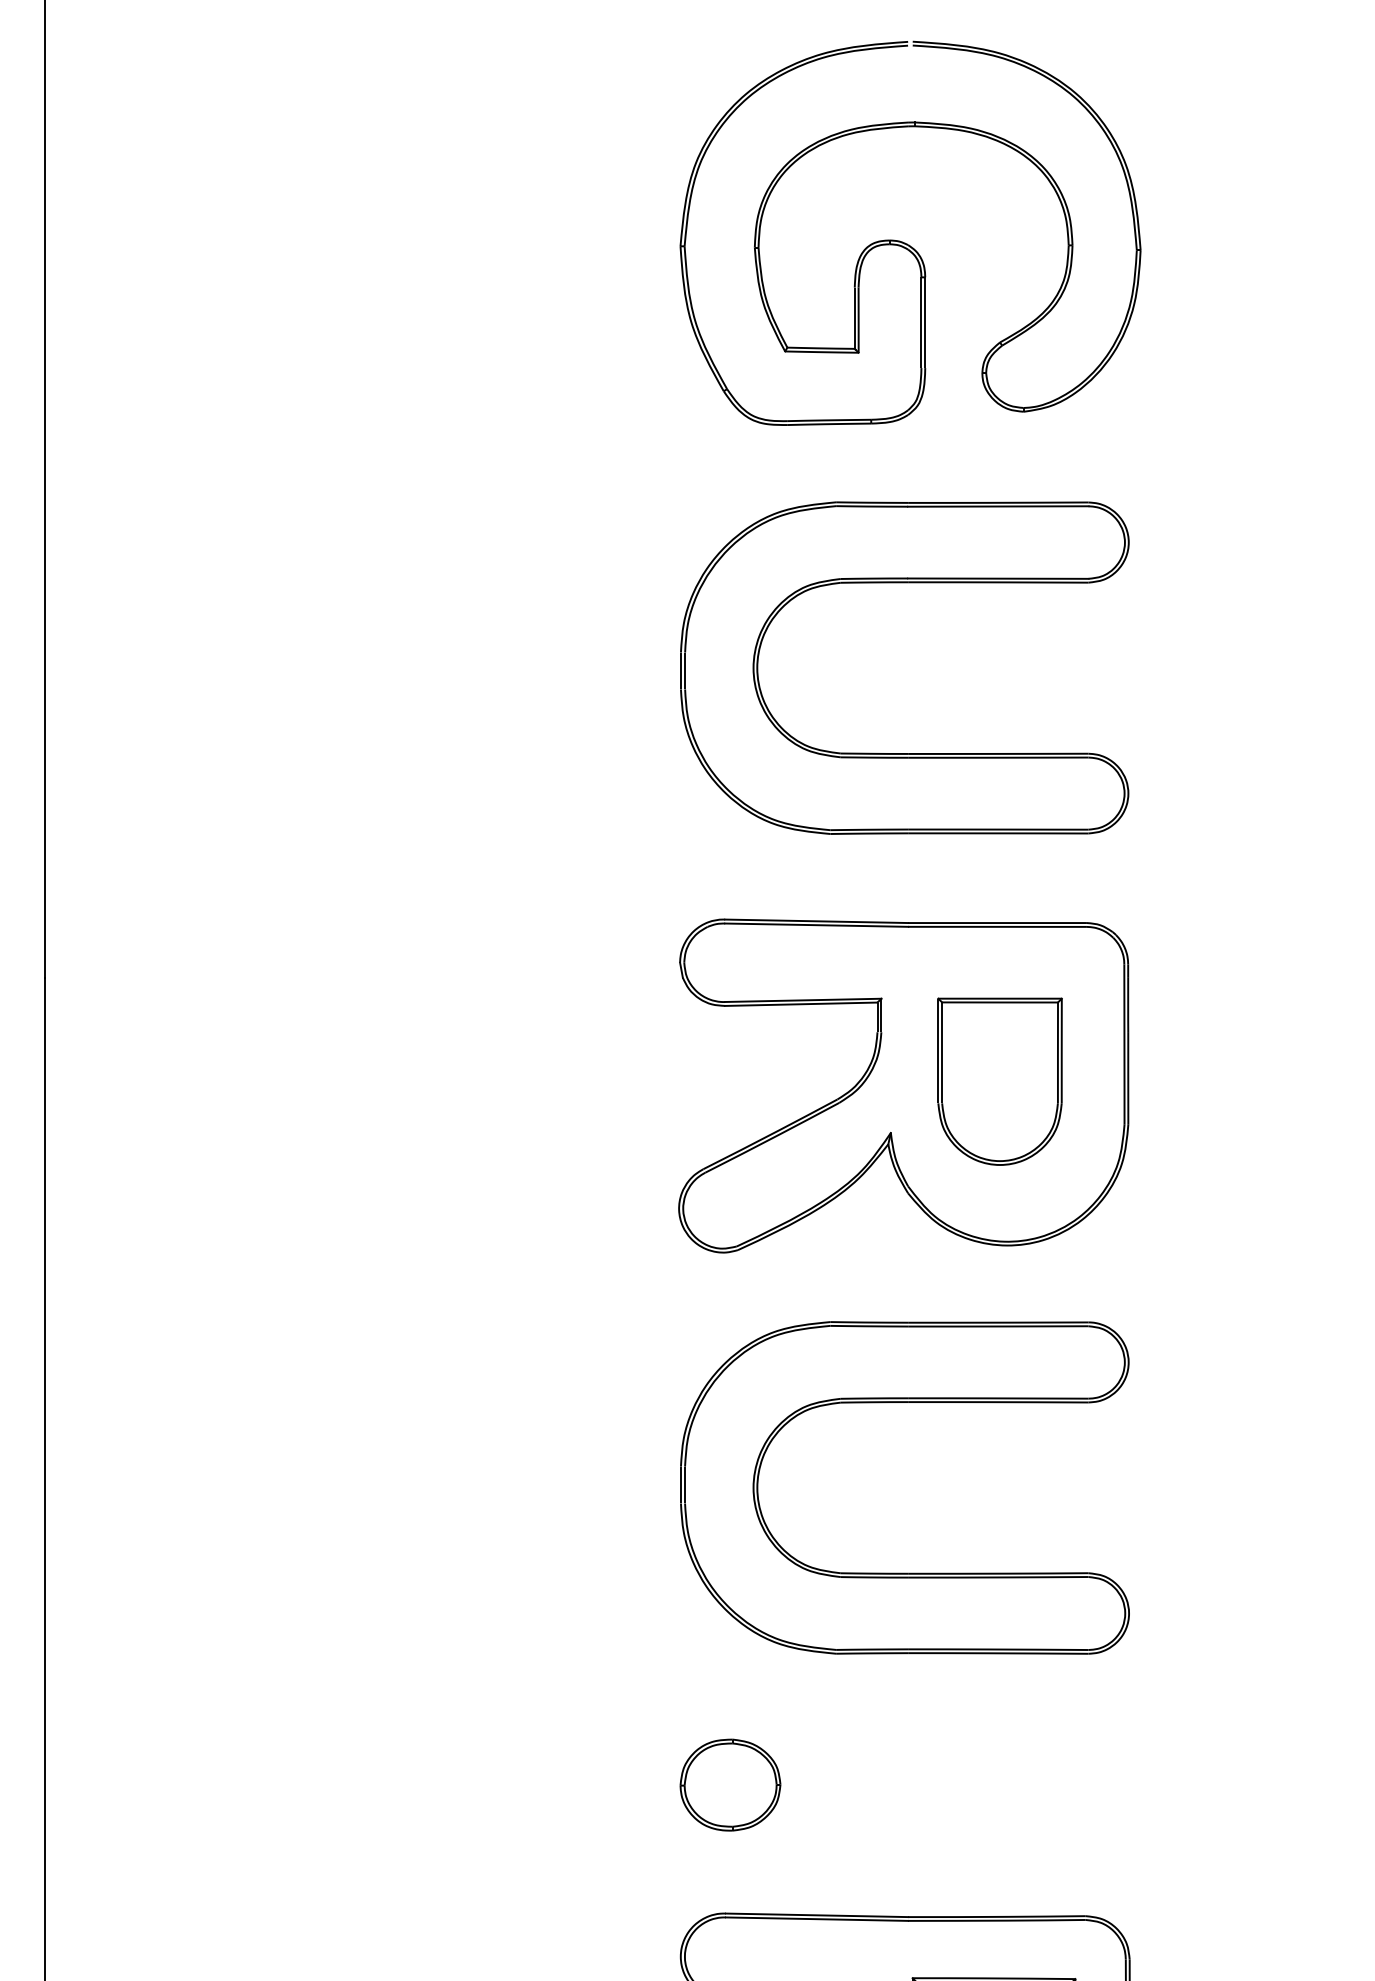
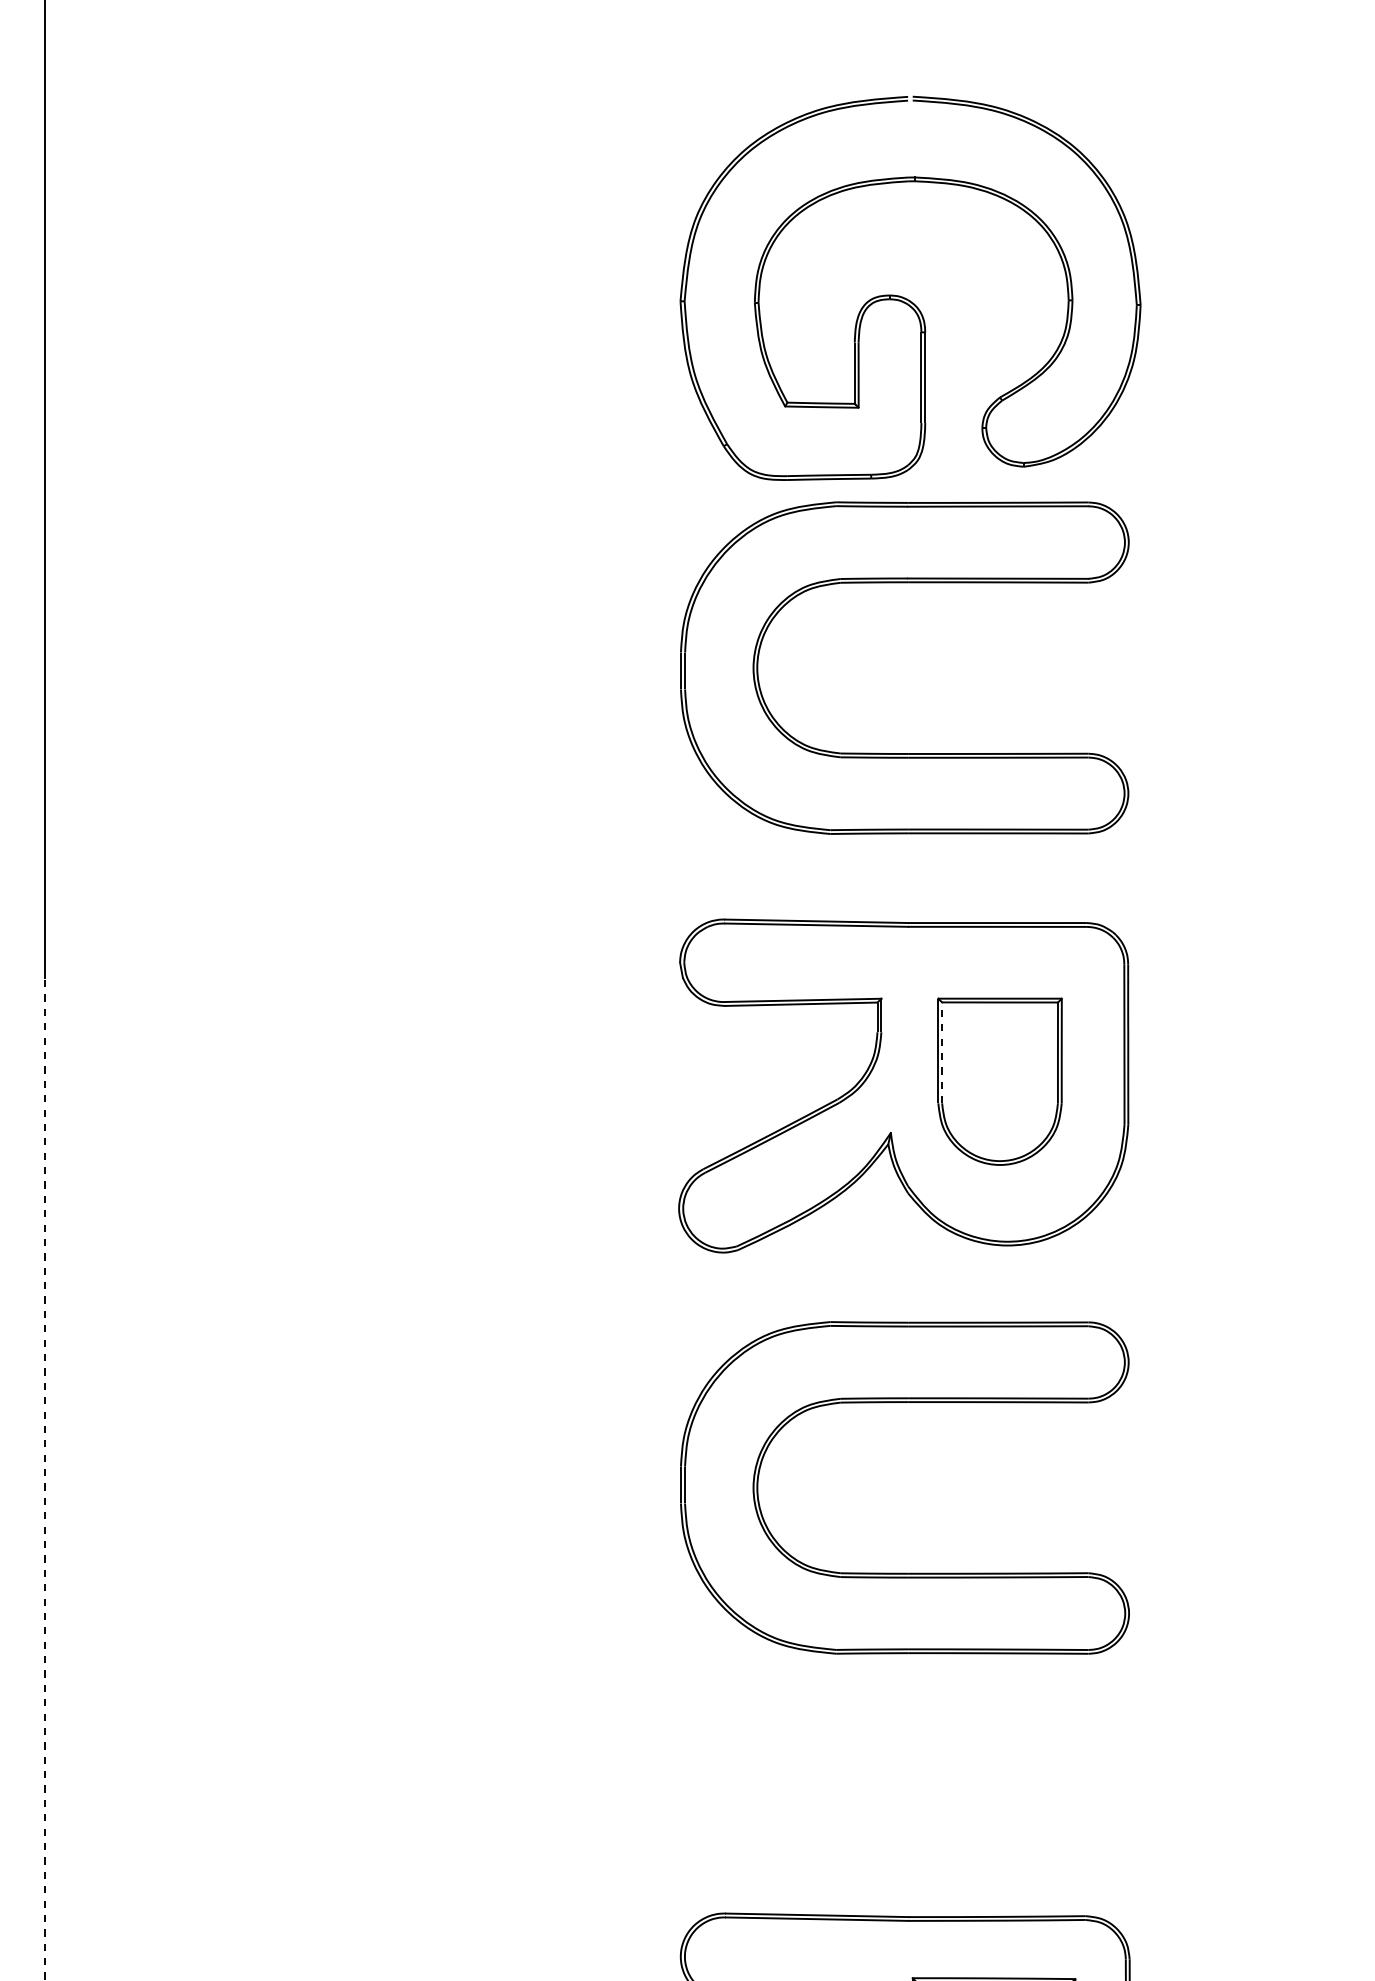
part at (905, 242) position: (905, 242) -> (905, 297)
line at (942, 1051): solid -> dashed
line at (45, 1478): solid -> dashed
part at (730, 1784): present -> none
